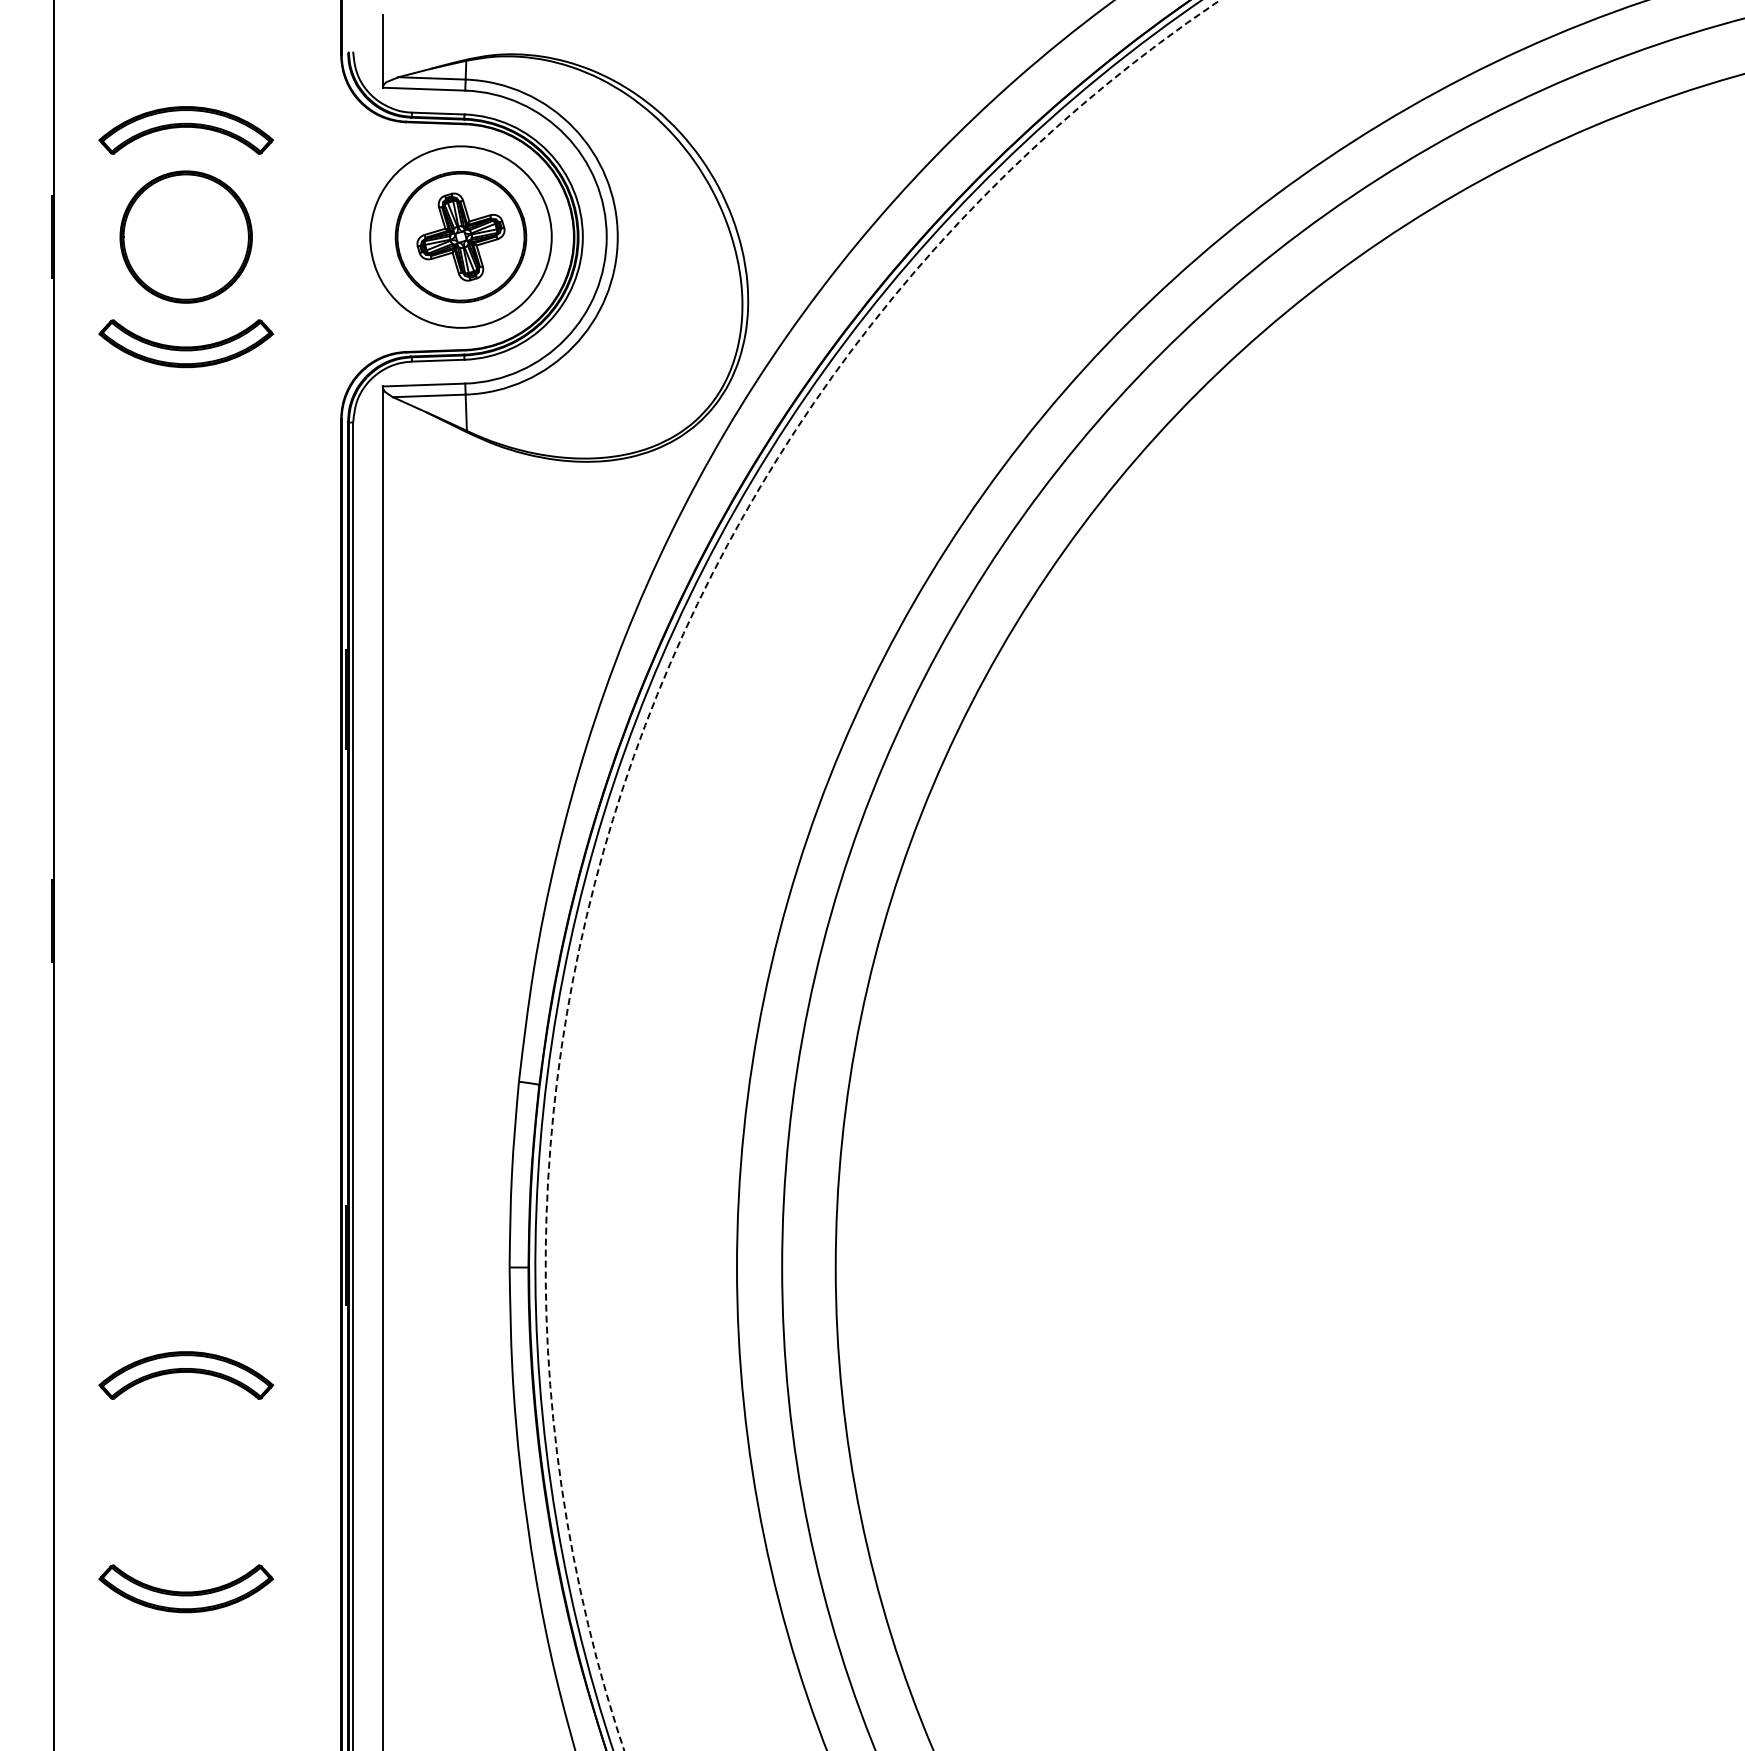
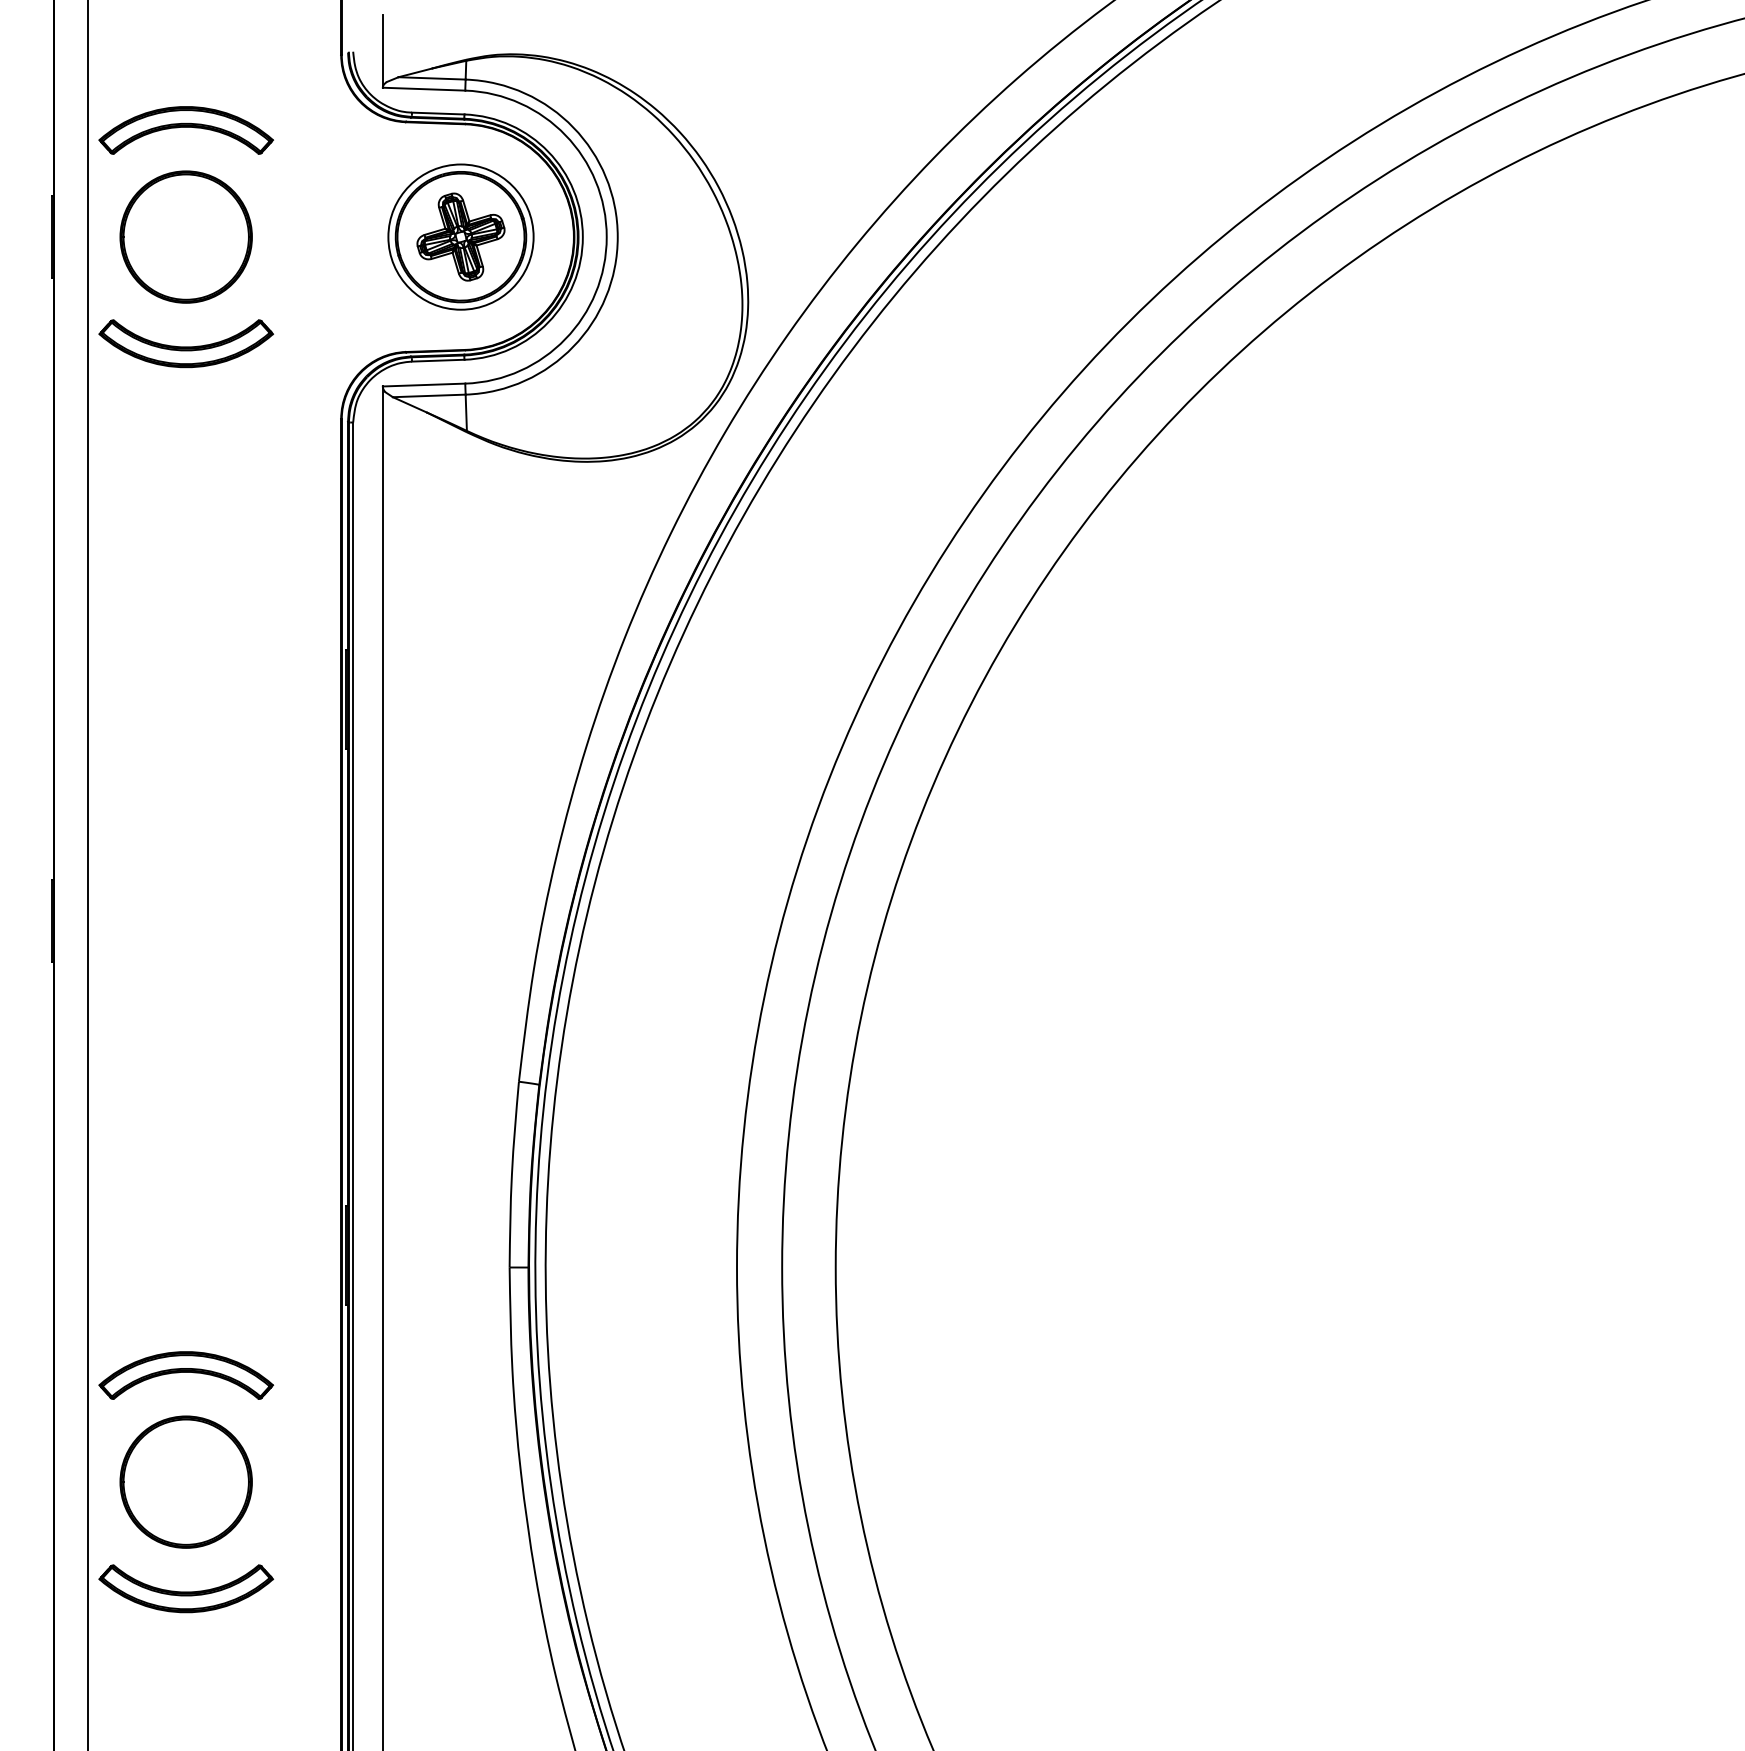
circle at (460, 236) diameter: 182 px -> 145 px
arc at (628, 772): dashed -> solid
line at (88, 874): none -> present
part at (185, 1481): none -> present
